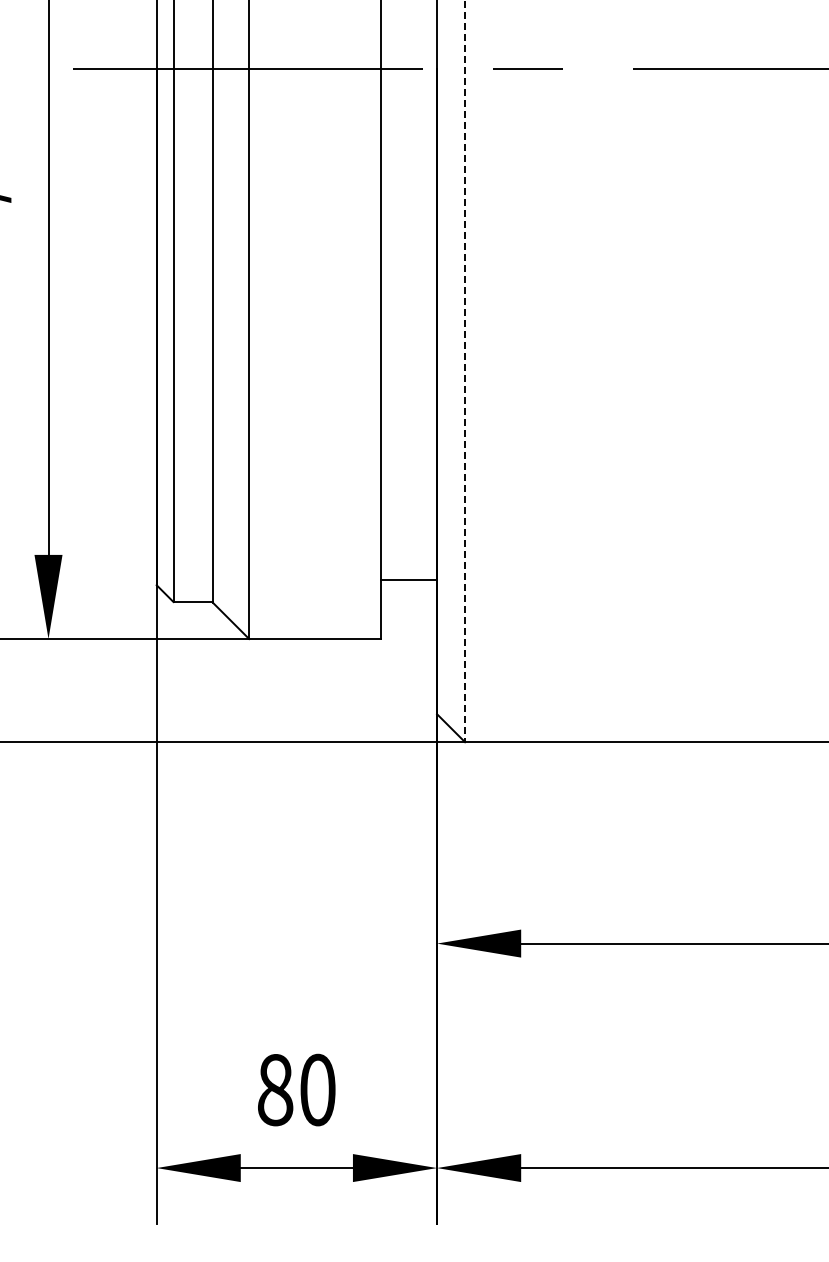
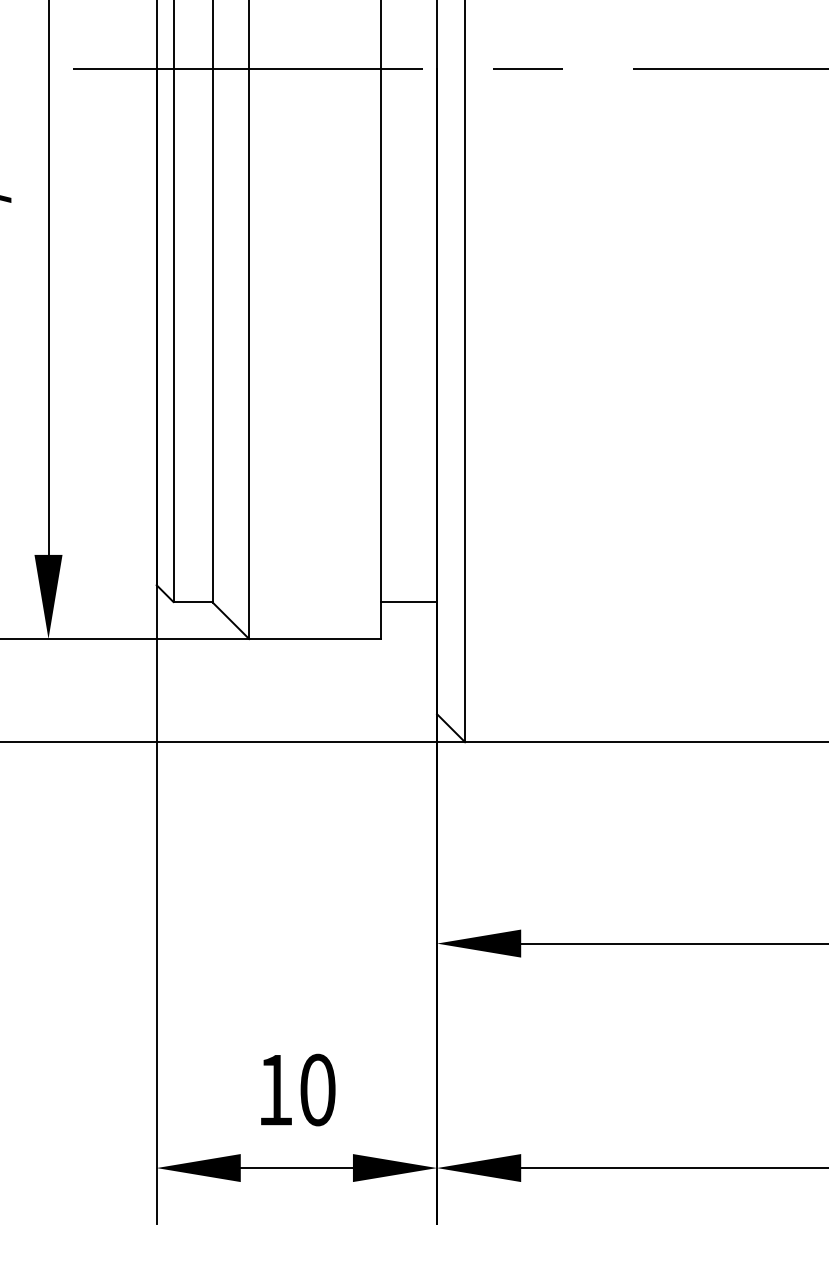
line at (465, 371): dashed -> solid
line at (408, 580) position: (408, 580) -> (408, 602)
text at (275, 1090): 80 -> 10
